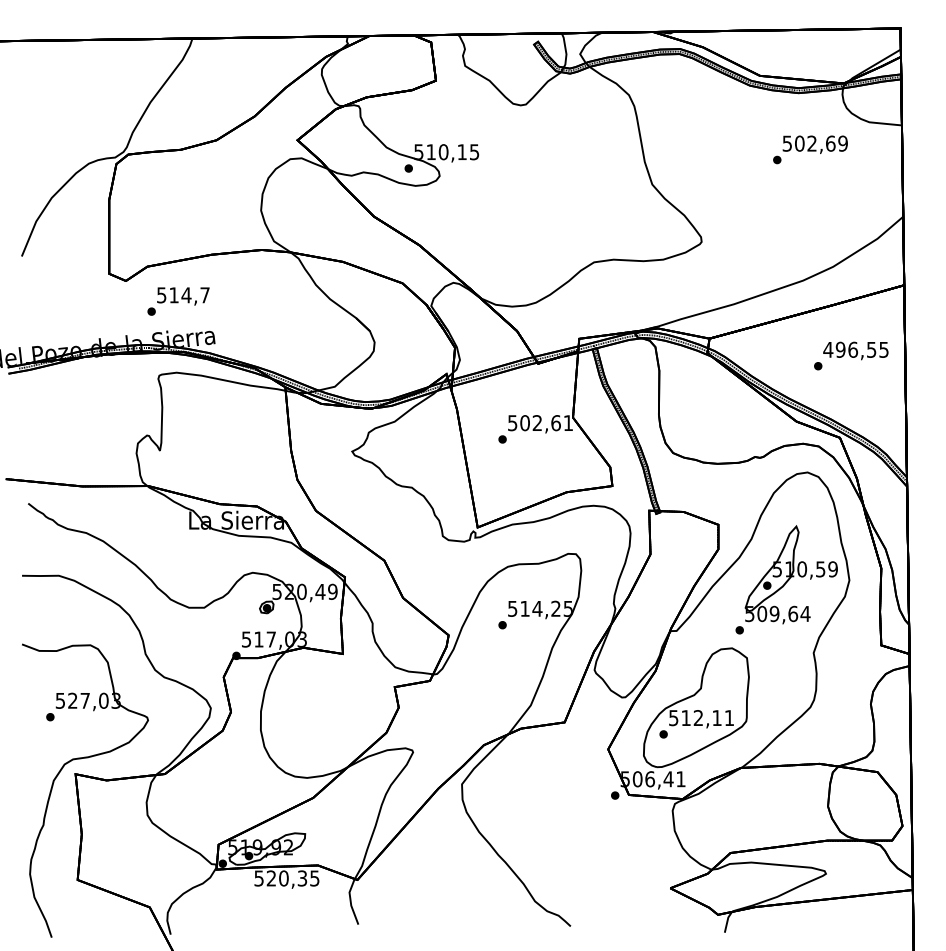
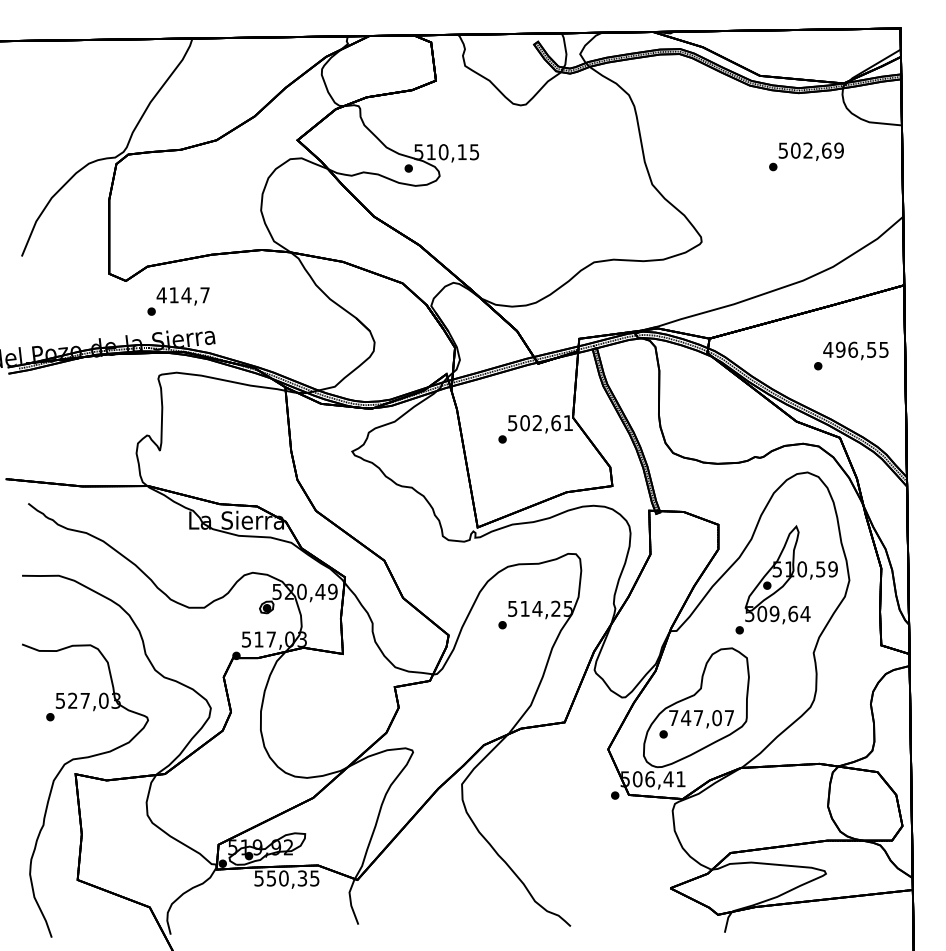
text at (810, 149) position: (810, 149) -> (806, 156)
text at (161, 295): 514,7 -> 414,7
text at (701, 718): 512,11 -> 747,07
text at (271, 878): 520,35 -> 550,35
